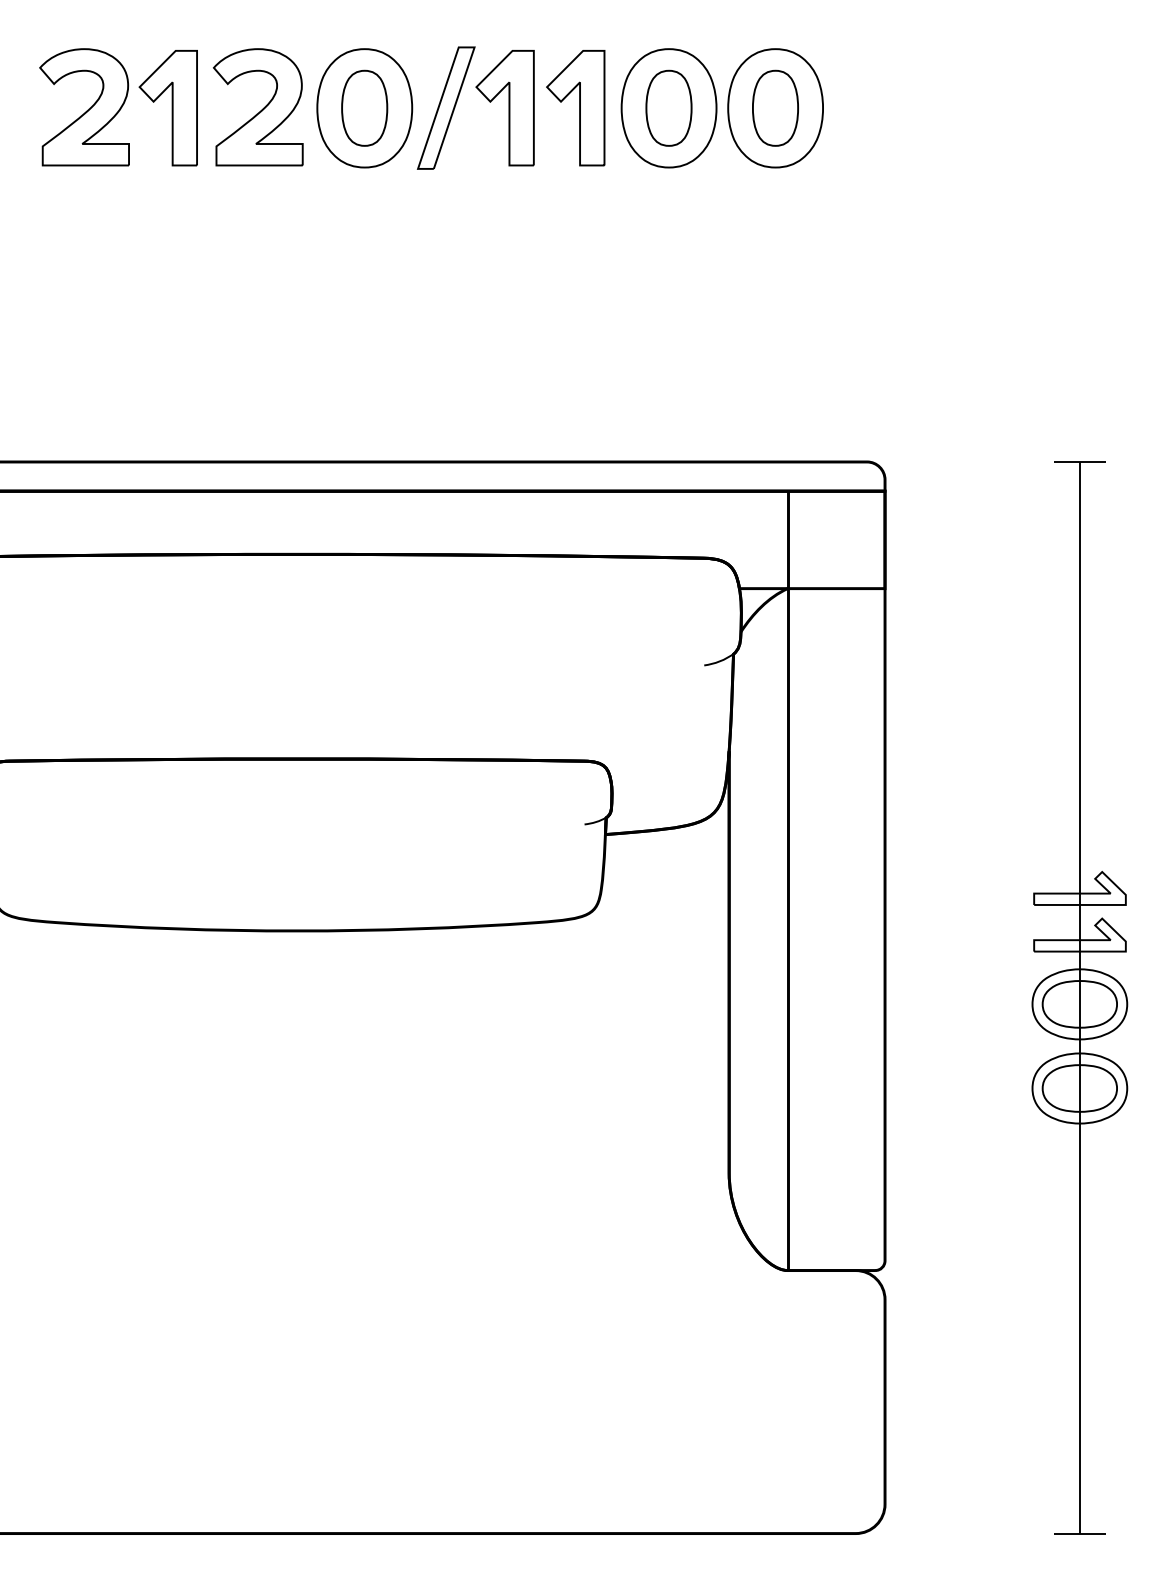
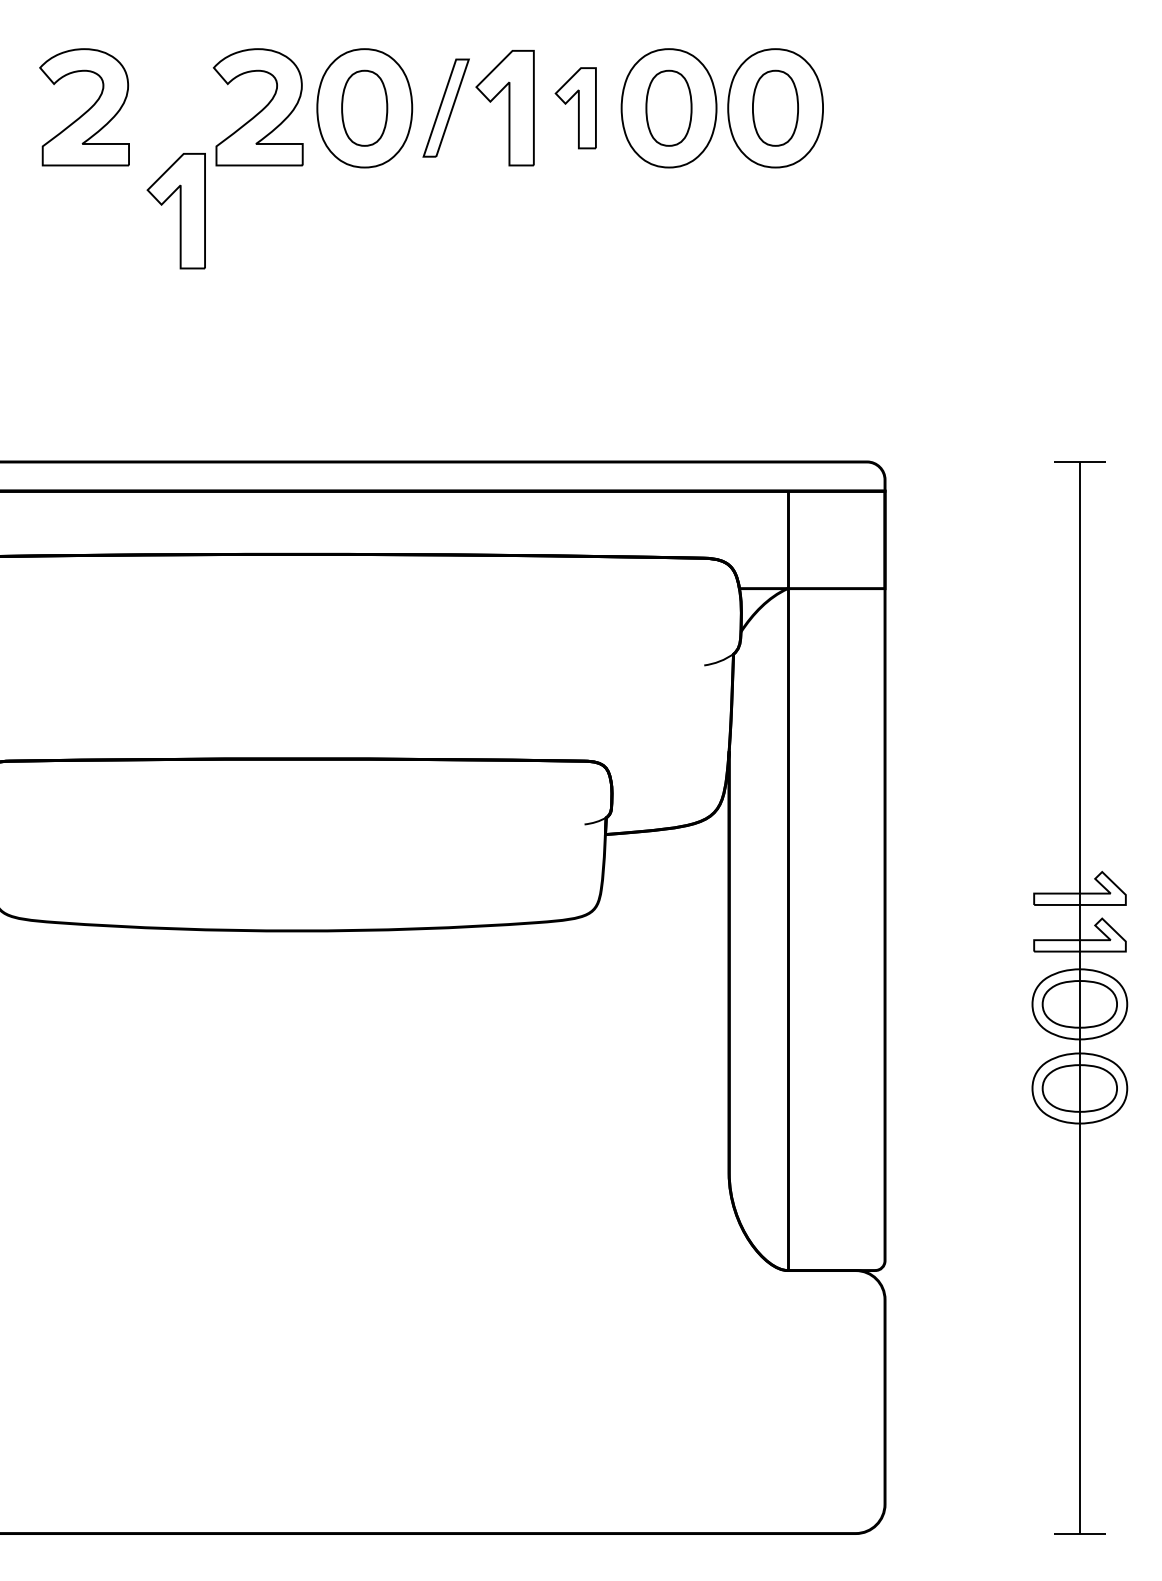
part at (445, 107) size: 60x124 px -> 48x100 px
part at (167, 108) position: (167, 108) -> (175, 211)
part at (575, 108) size: 60x117 px -> 43x83 px
